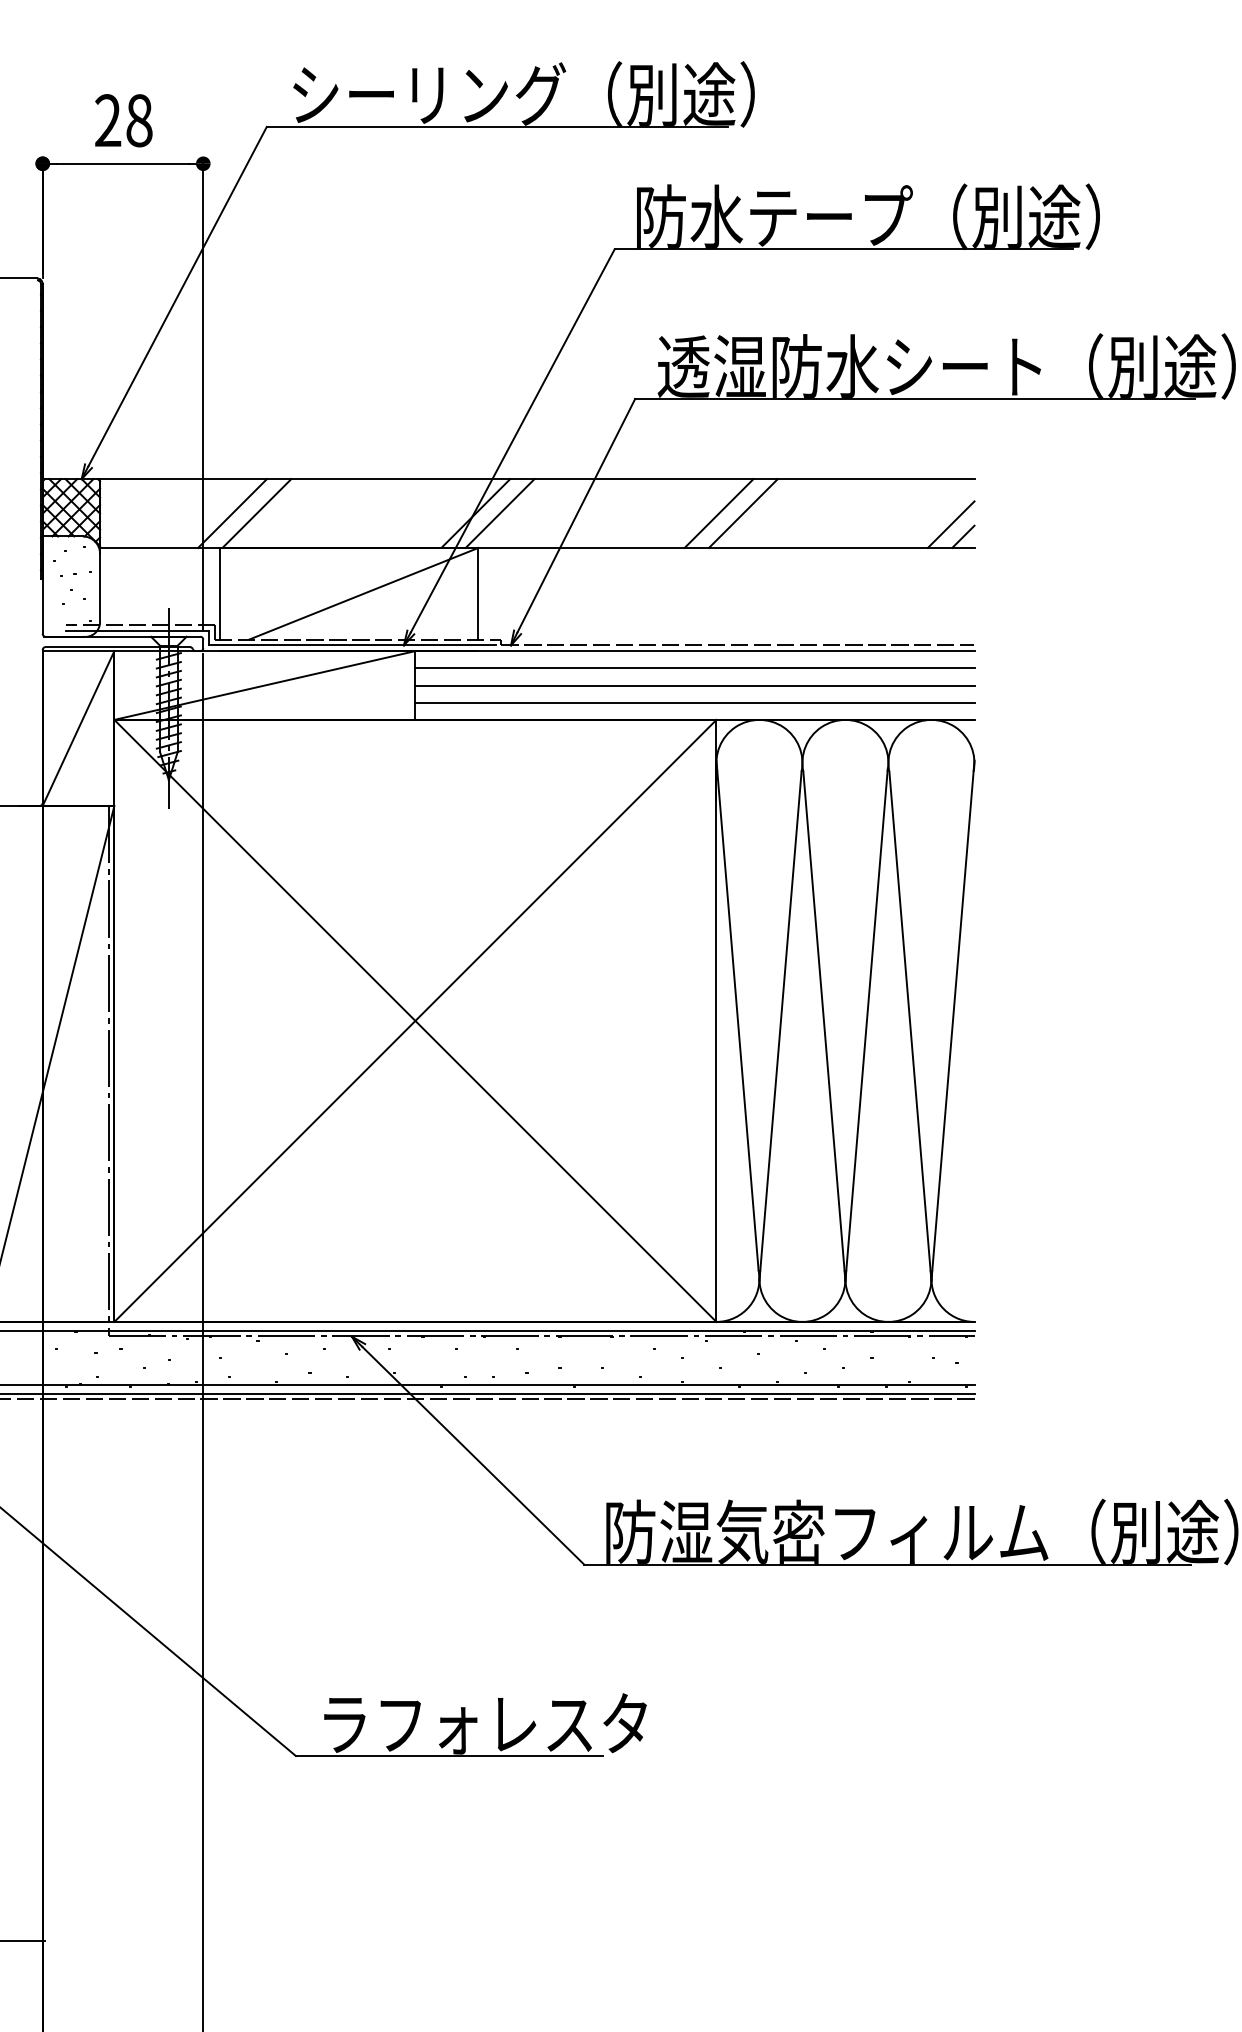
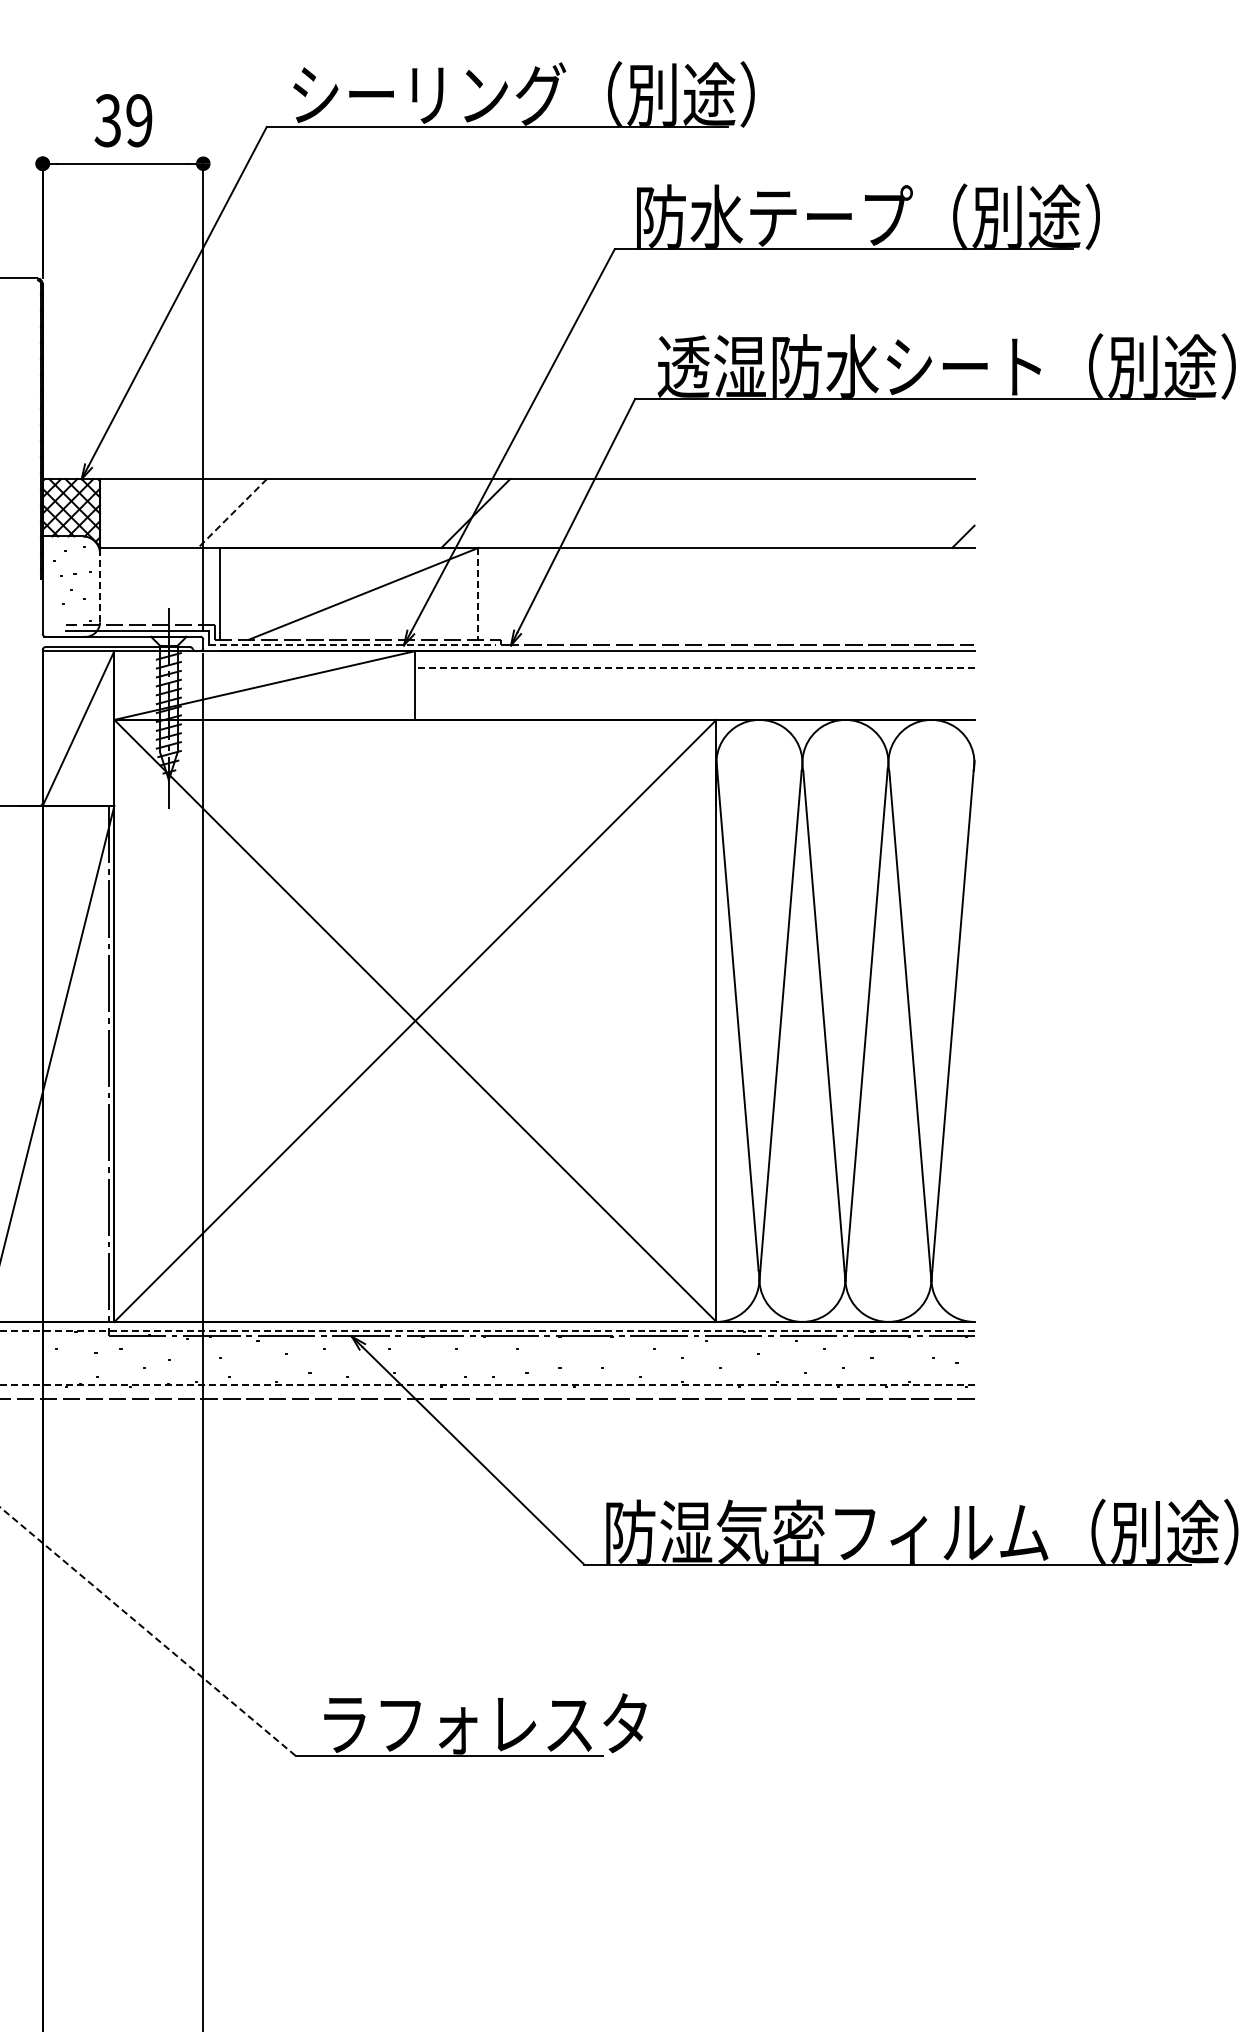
text at (123, 120): 28 -> 39
line at (232, 513): solid -> dashed
line at (256, 513): present -> none
line at (499, 513): present -> none
line at (718, 513): present -> none
line at (743, 513): present -> none
line at (950, 524): present -> none
line at (100, 587): solid -> dashed
line at (478, 593): solid -> dashed
line at (352, 645): solid -> dashed
line at (694, 668): solid -> dashed
line at (694, 685): present -> none
line at (694, 702): present -> none
line at (486, 1330): solid -> dashed
line at (486, 1385): solid -> dashed
line at (488, 1393): present -> none
line at (148, 1631): solid -> dashed
line at (23, 1941): present -> none
